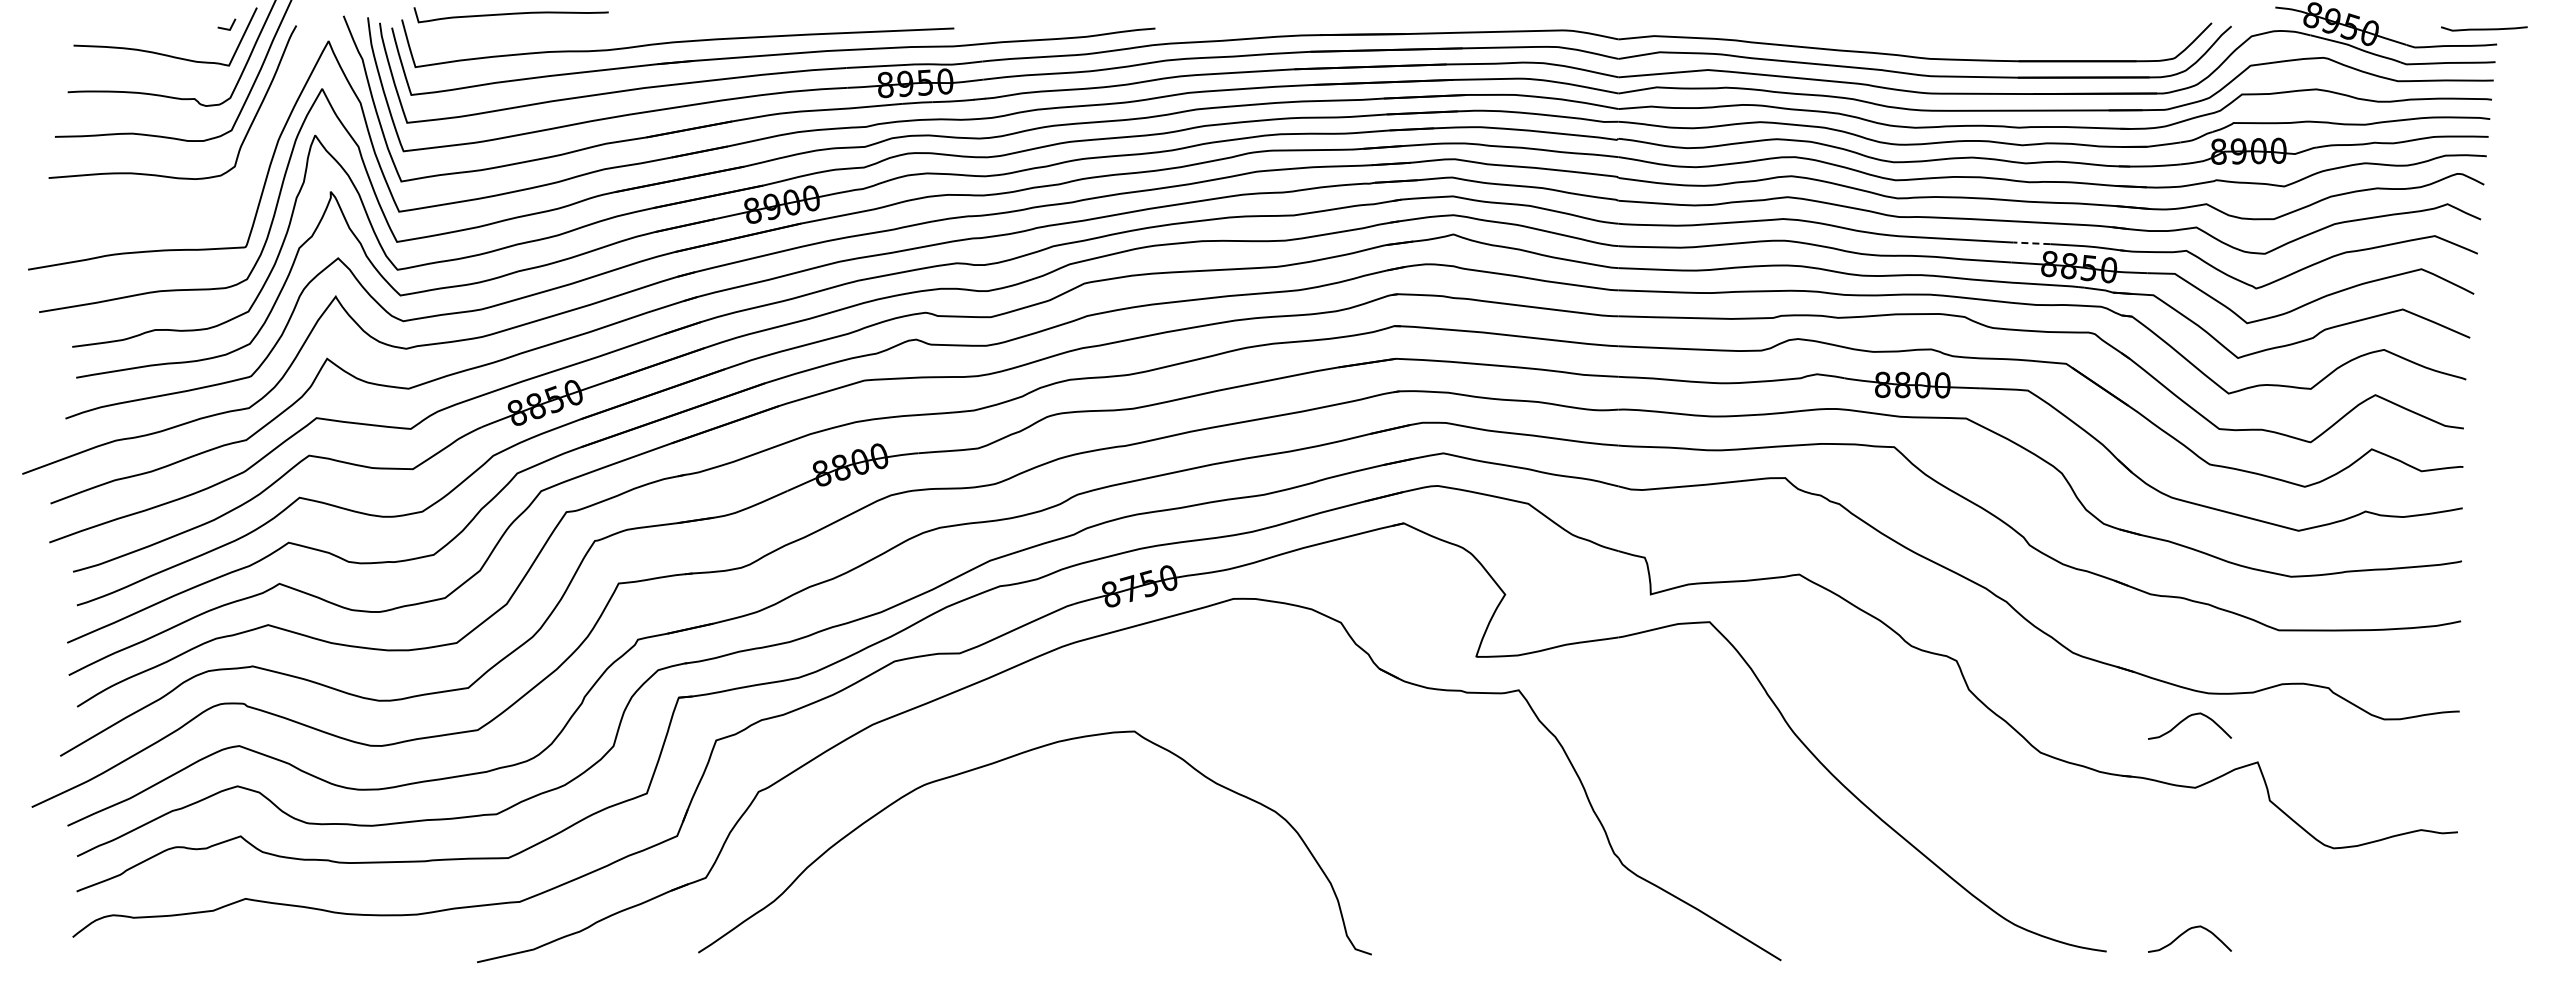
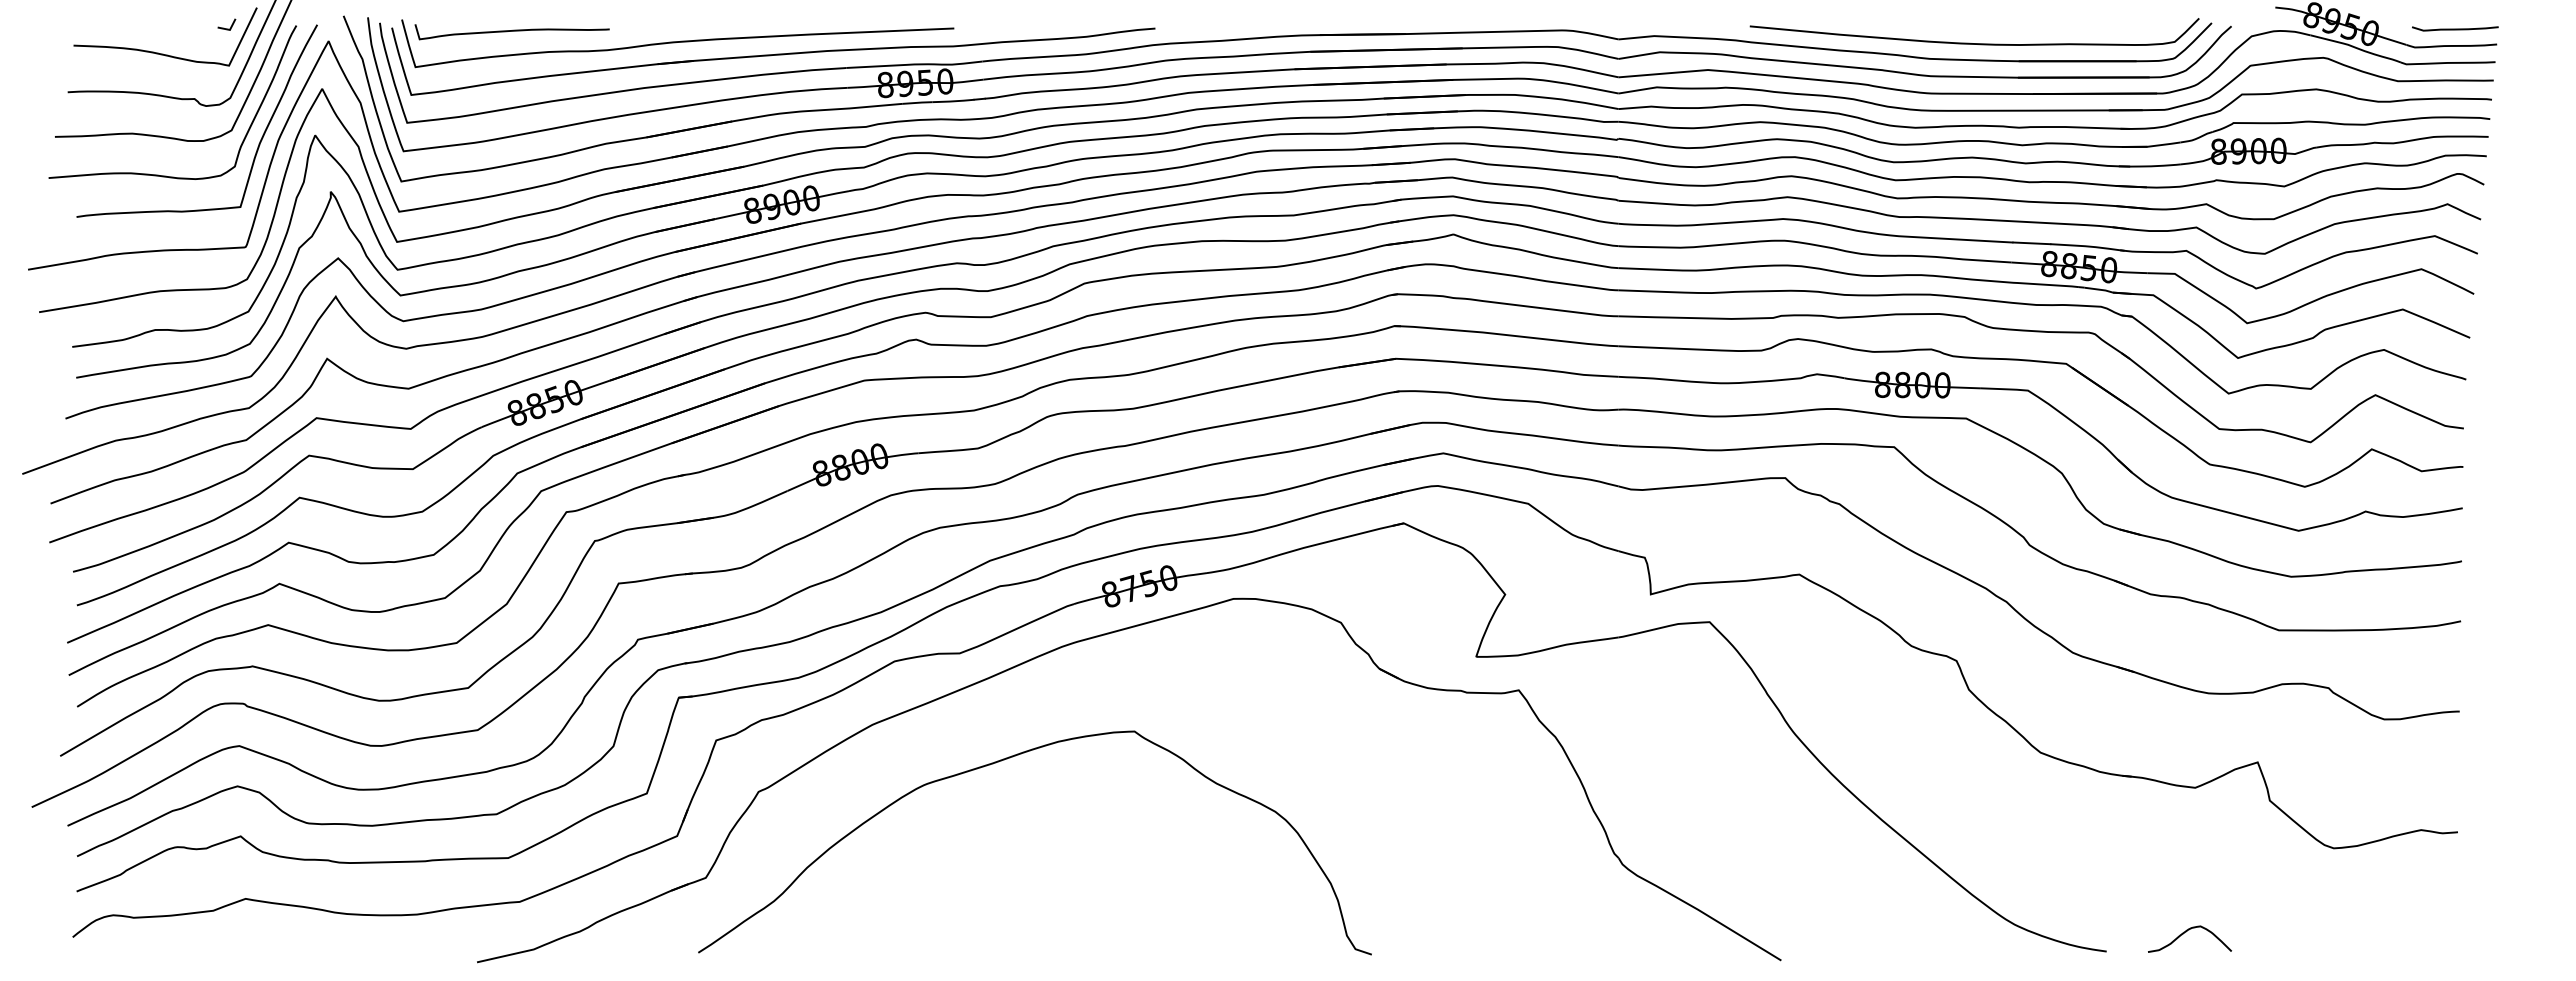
curve at (510, 14) position: (510, 14) -> (511, 31)
curve at (2484, 28) position: (2484, 28) -> (2455, 28)
curve at (1974, 43): none -> present
curve at (258, 143): none -> present
line at (2031, 243): dashed -> solid
curve at (2186, 719): present -> none
